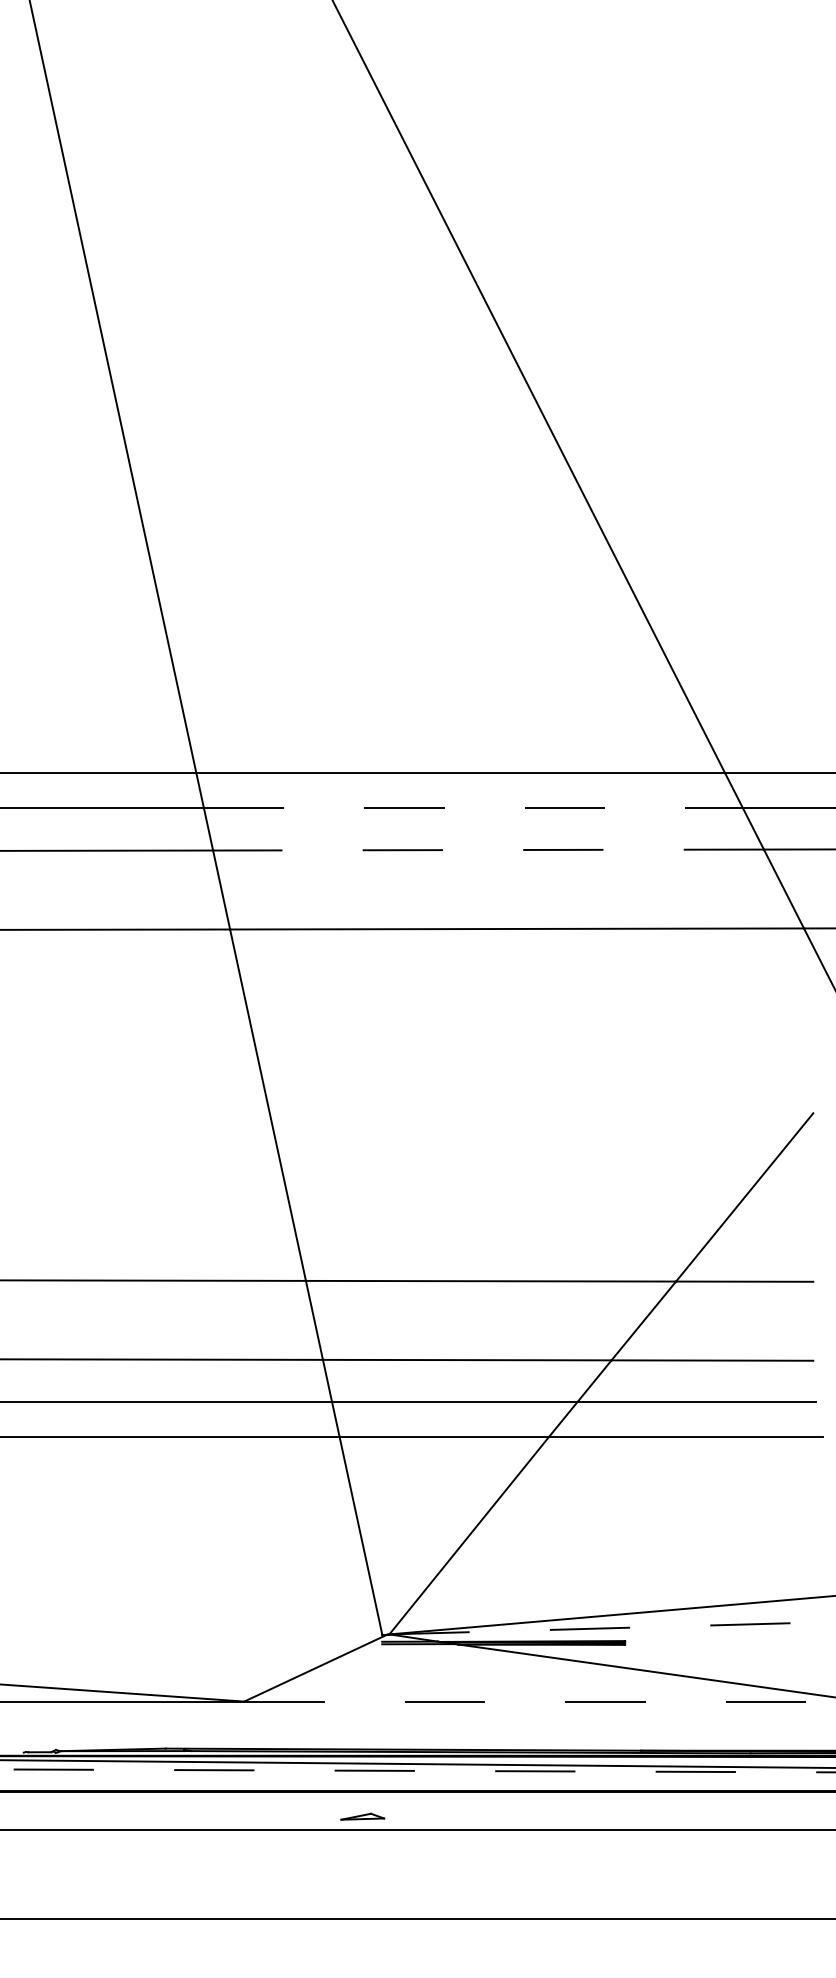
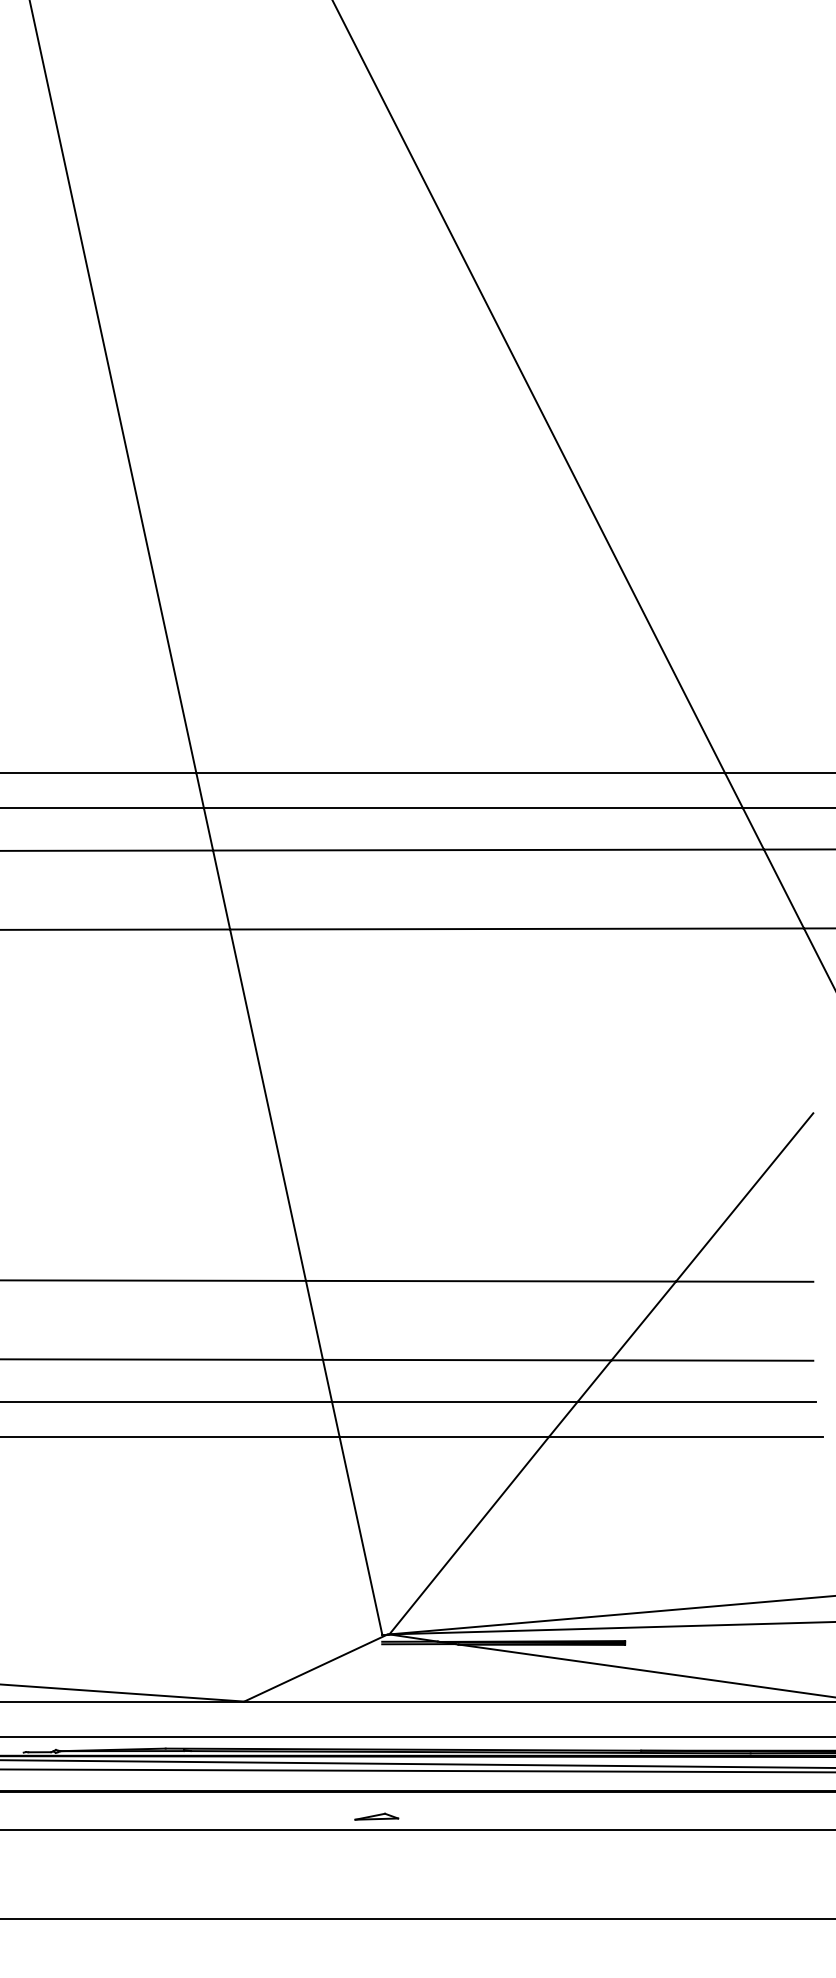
line at (473, 808): dashed -> solid
line at (488, 850): dashed -> solid
line at (613, 1628): dashed -> solid
line at (540, 1701): dashed -> solid
line at (417, 1736): none -> present
line at (418, 1770): dashed -> solid
part at (362, 1816) position: (362, 1816) -> (376, 1816)
